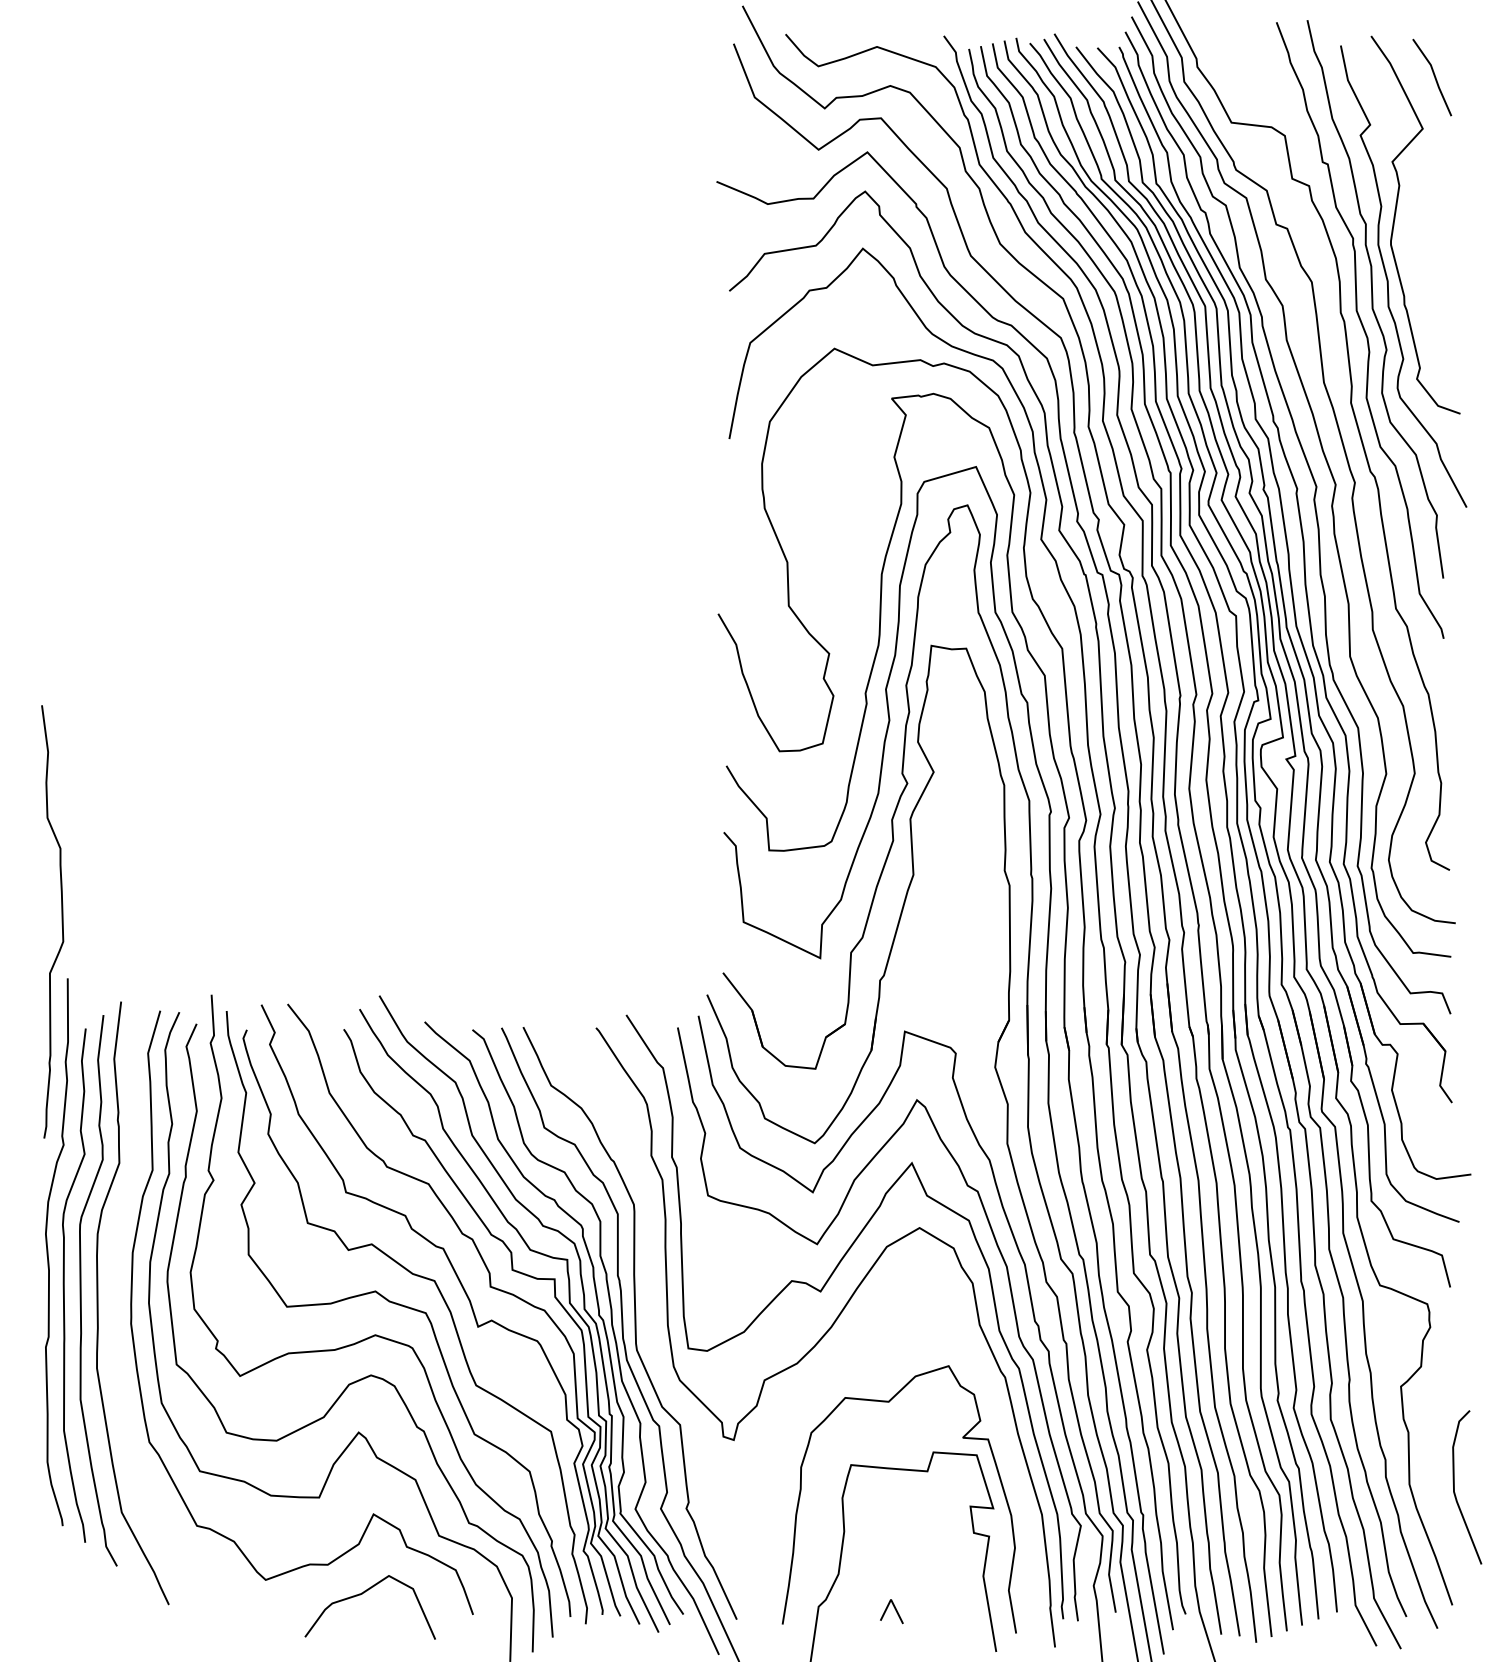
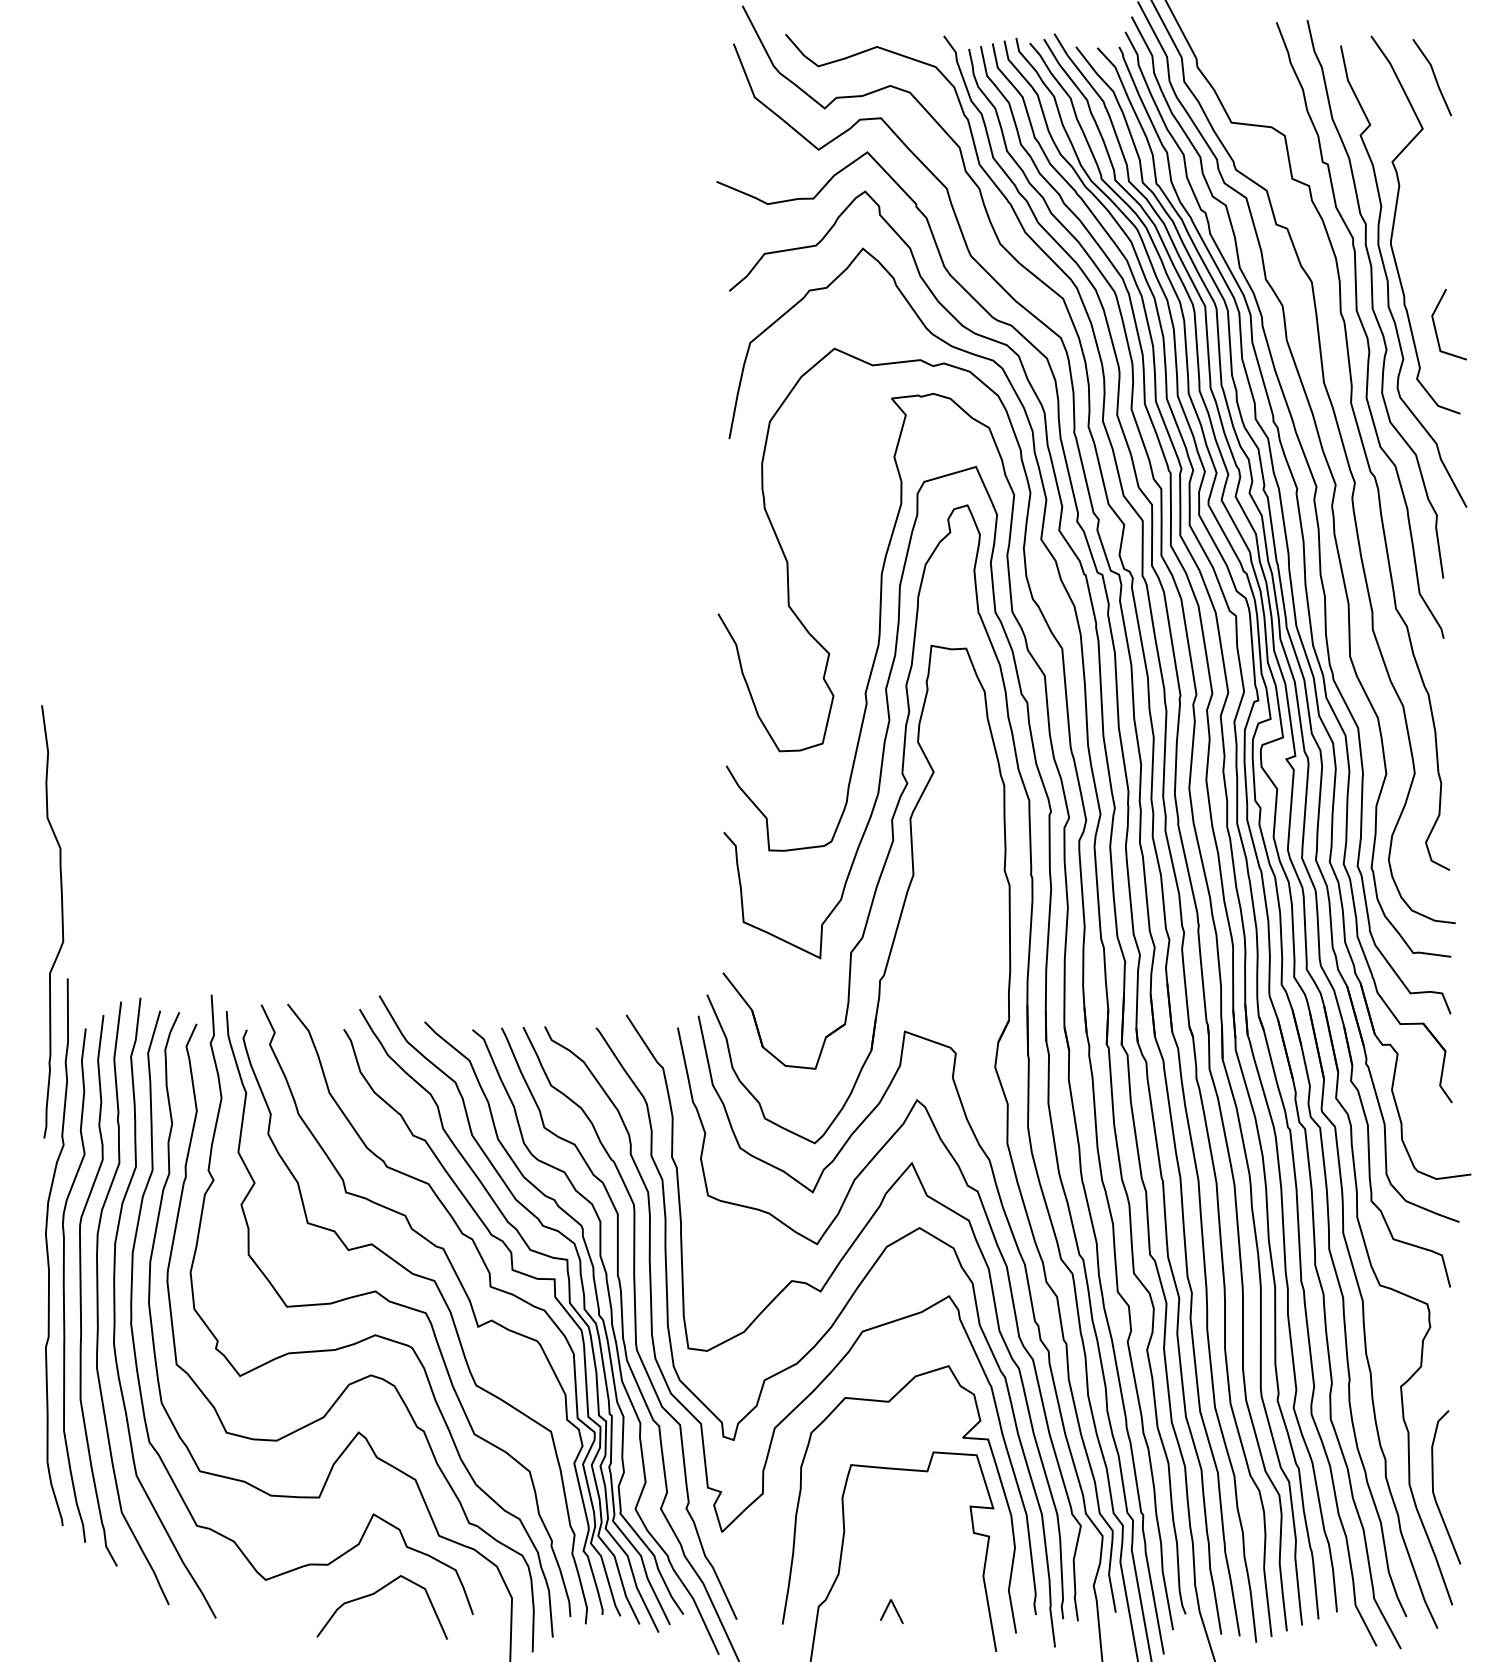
line at (1435, 324): none -> present
curve at (115, 1307): none -> present
curve at (840, 1359): none -> present
curve at (1454, 1487) position: (1454, 1487) -> (1433, 1487)
curve at (362, 1594) position: (362, 1594) -> (374, 1594)
